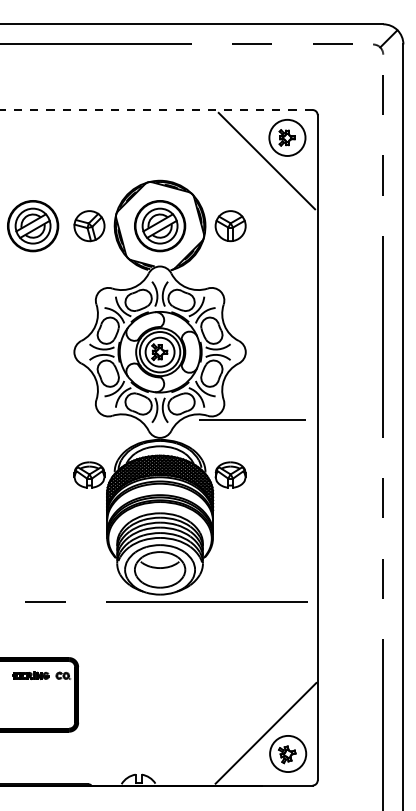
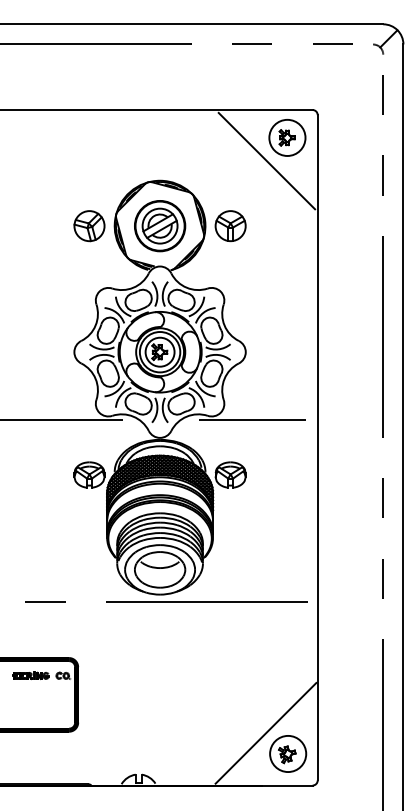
line at (156, 110): dashed -> solid
part at (33, 226): present -> none
line at (62, 420): none -> present
